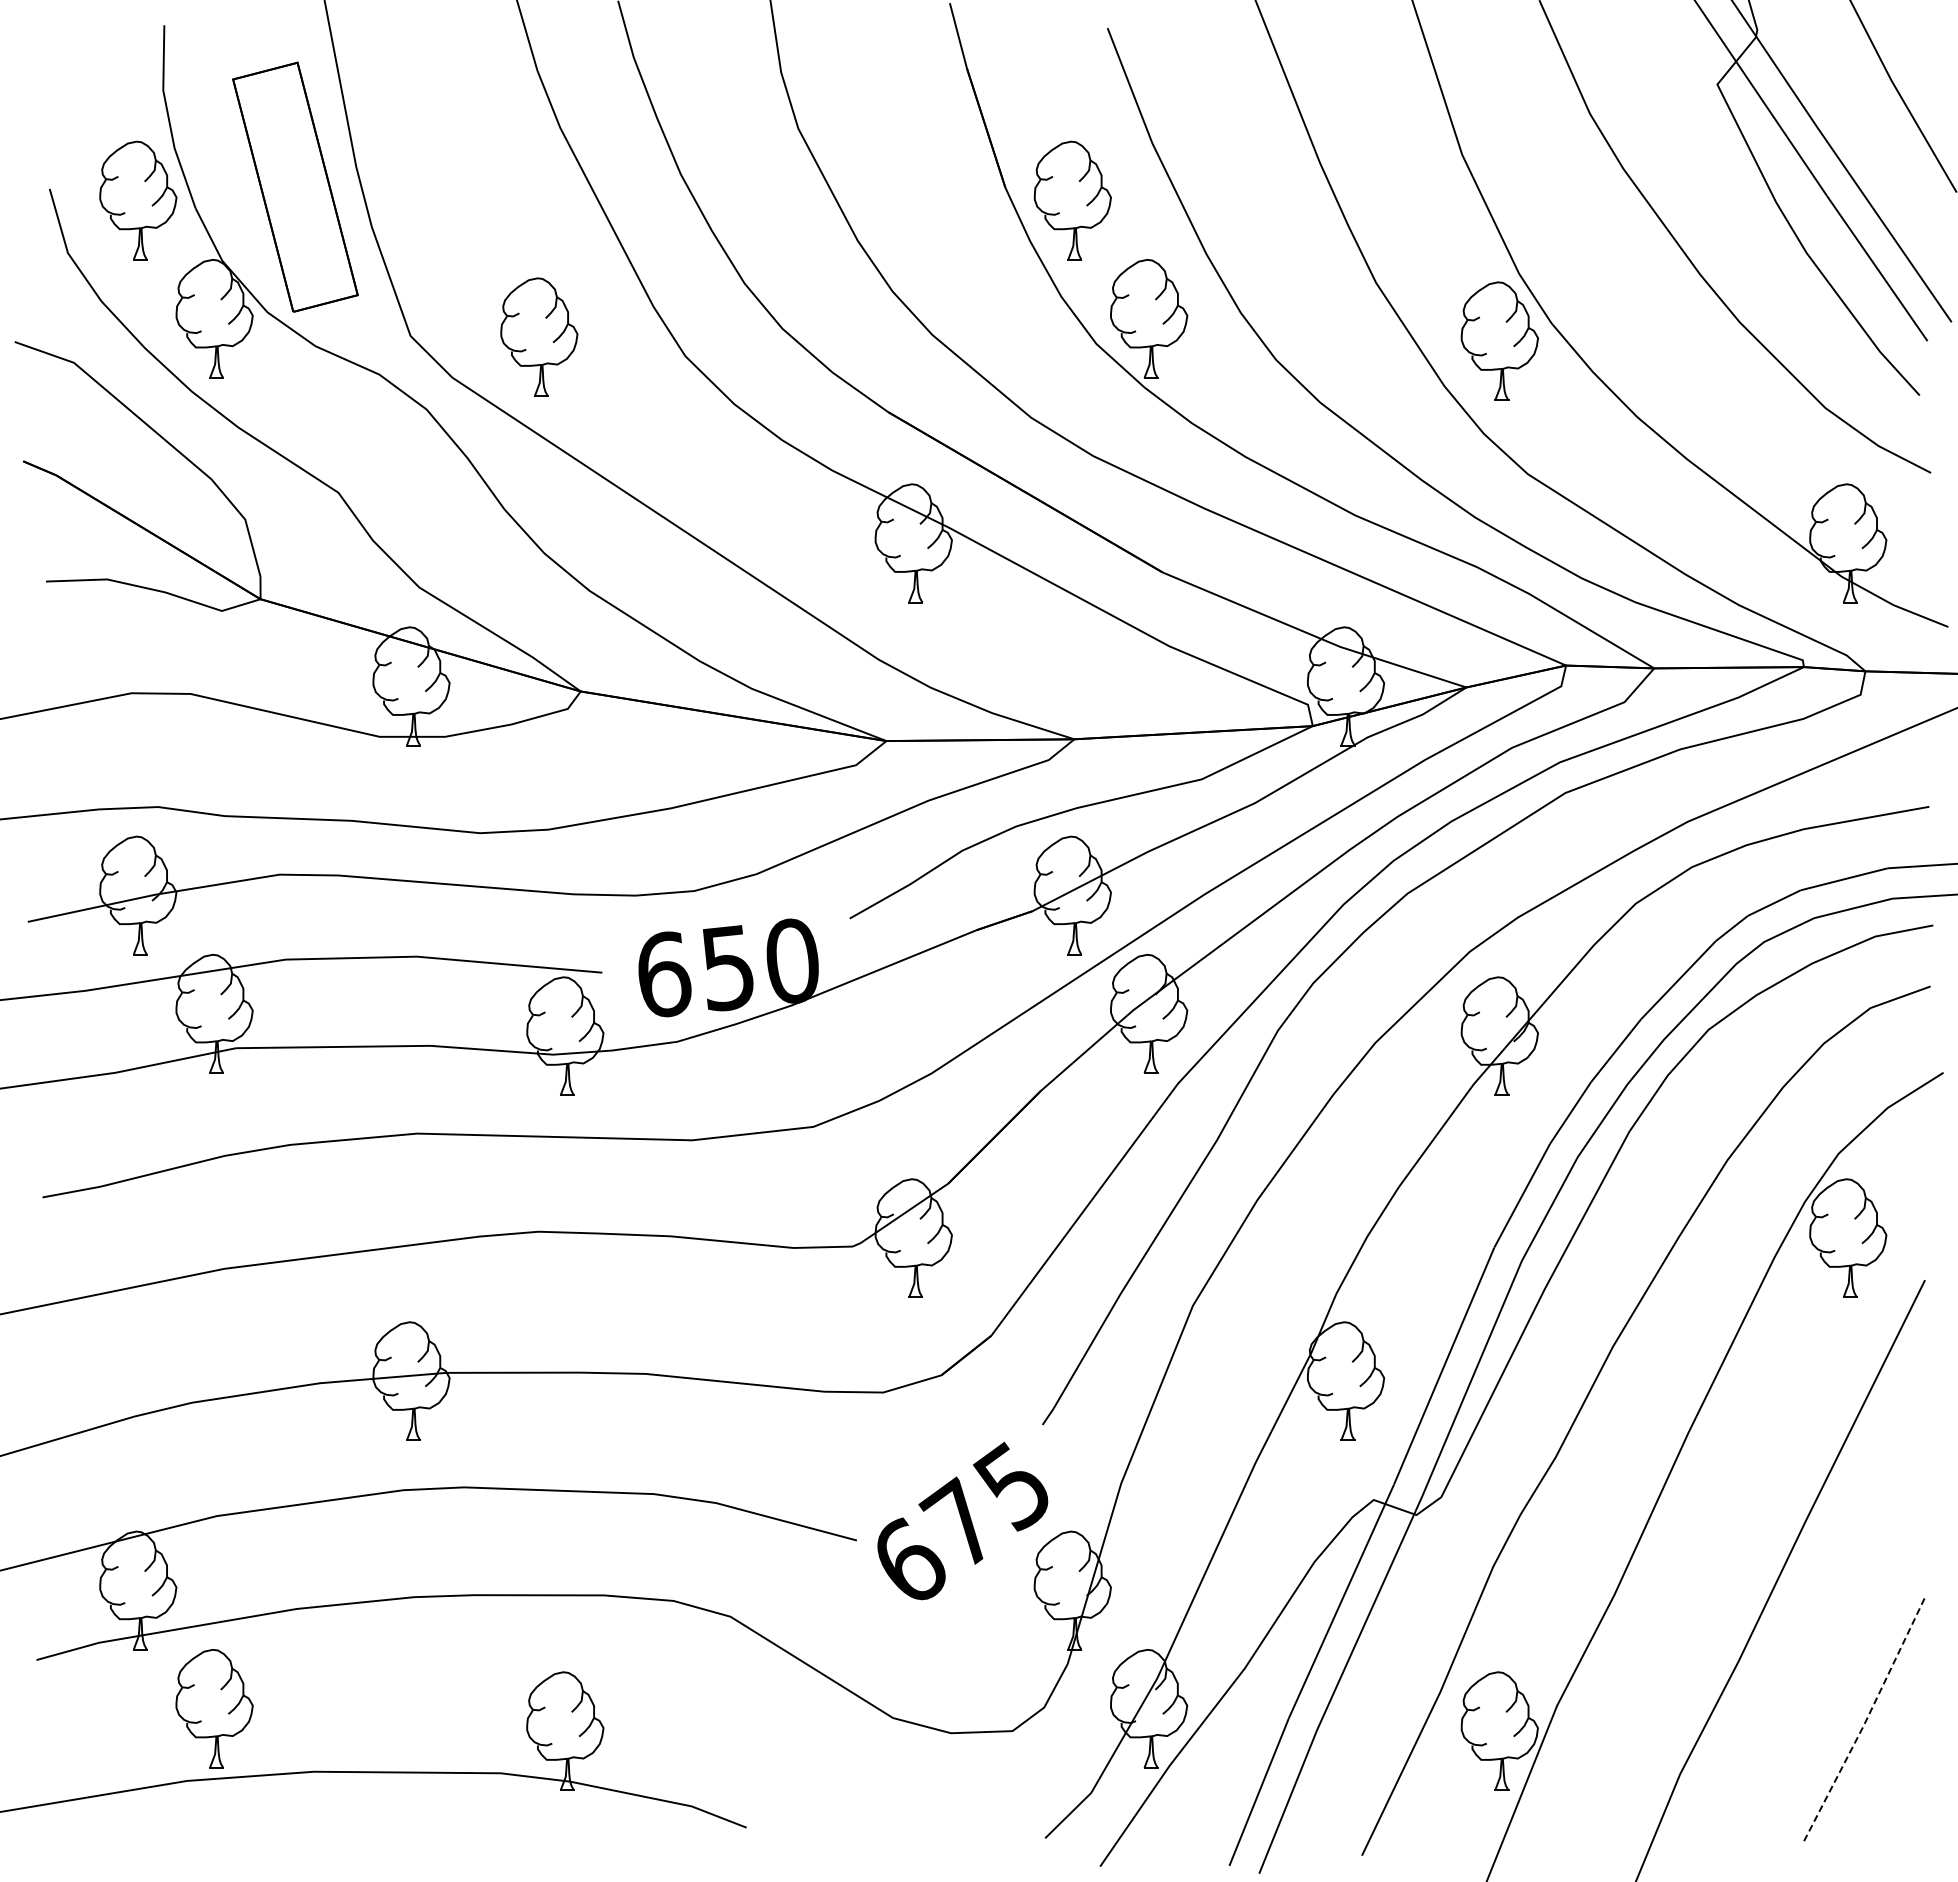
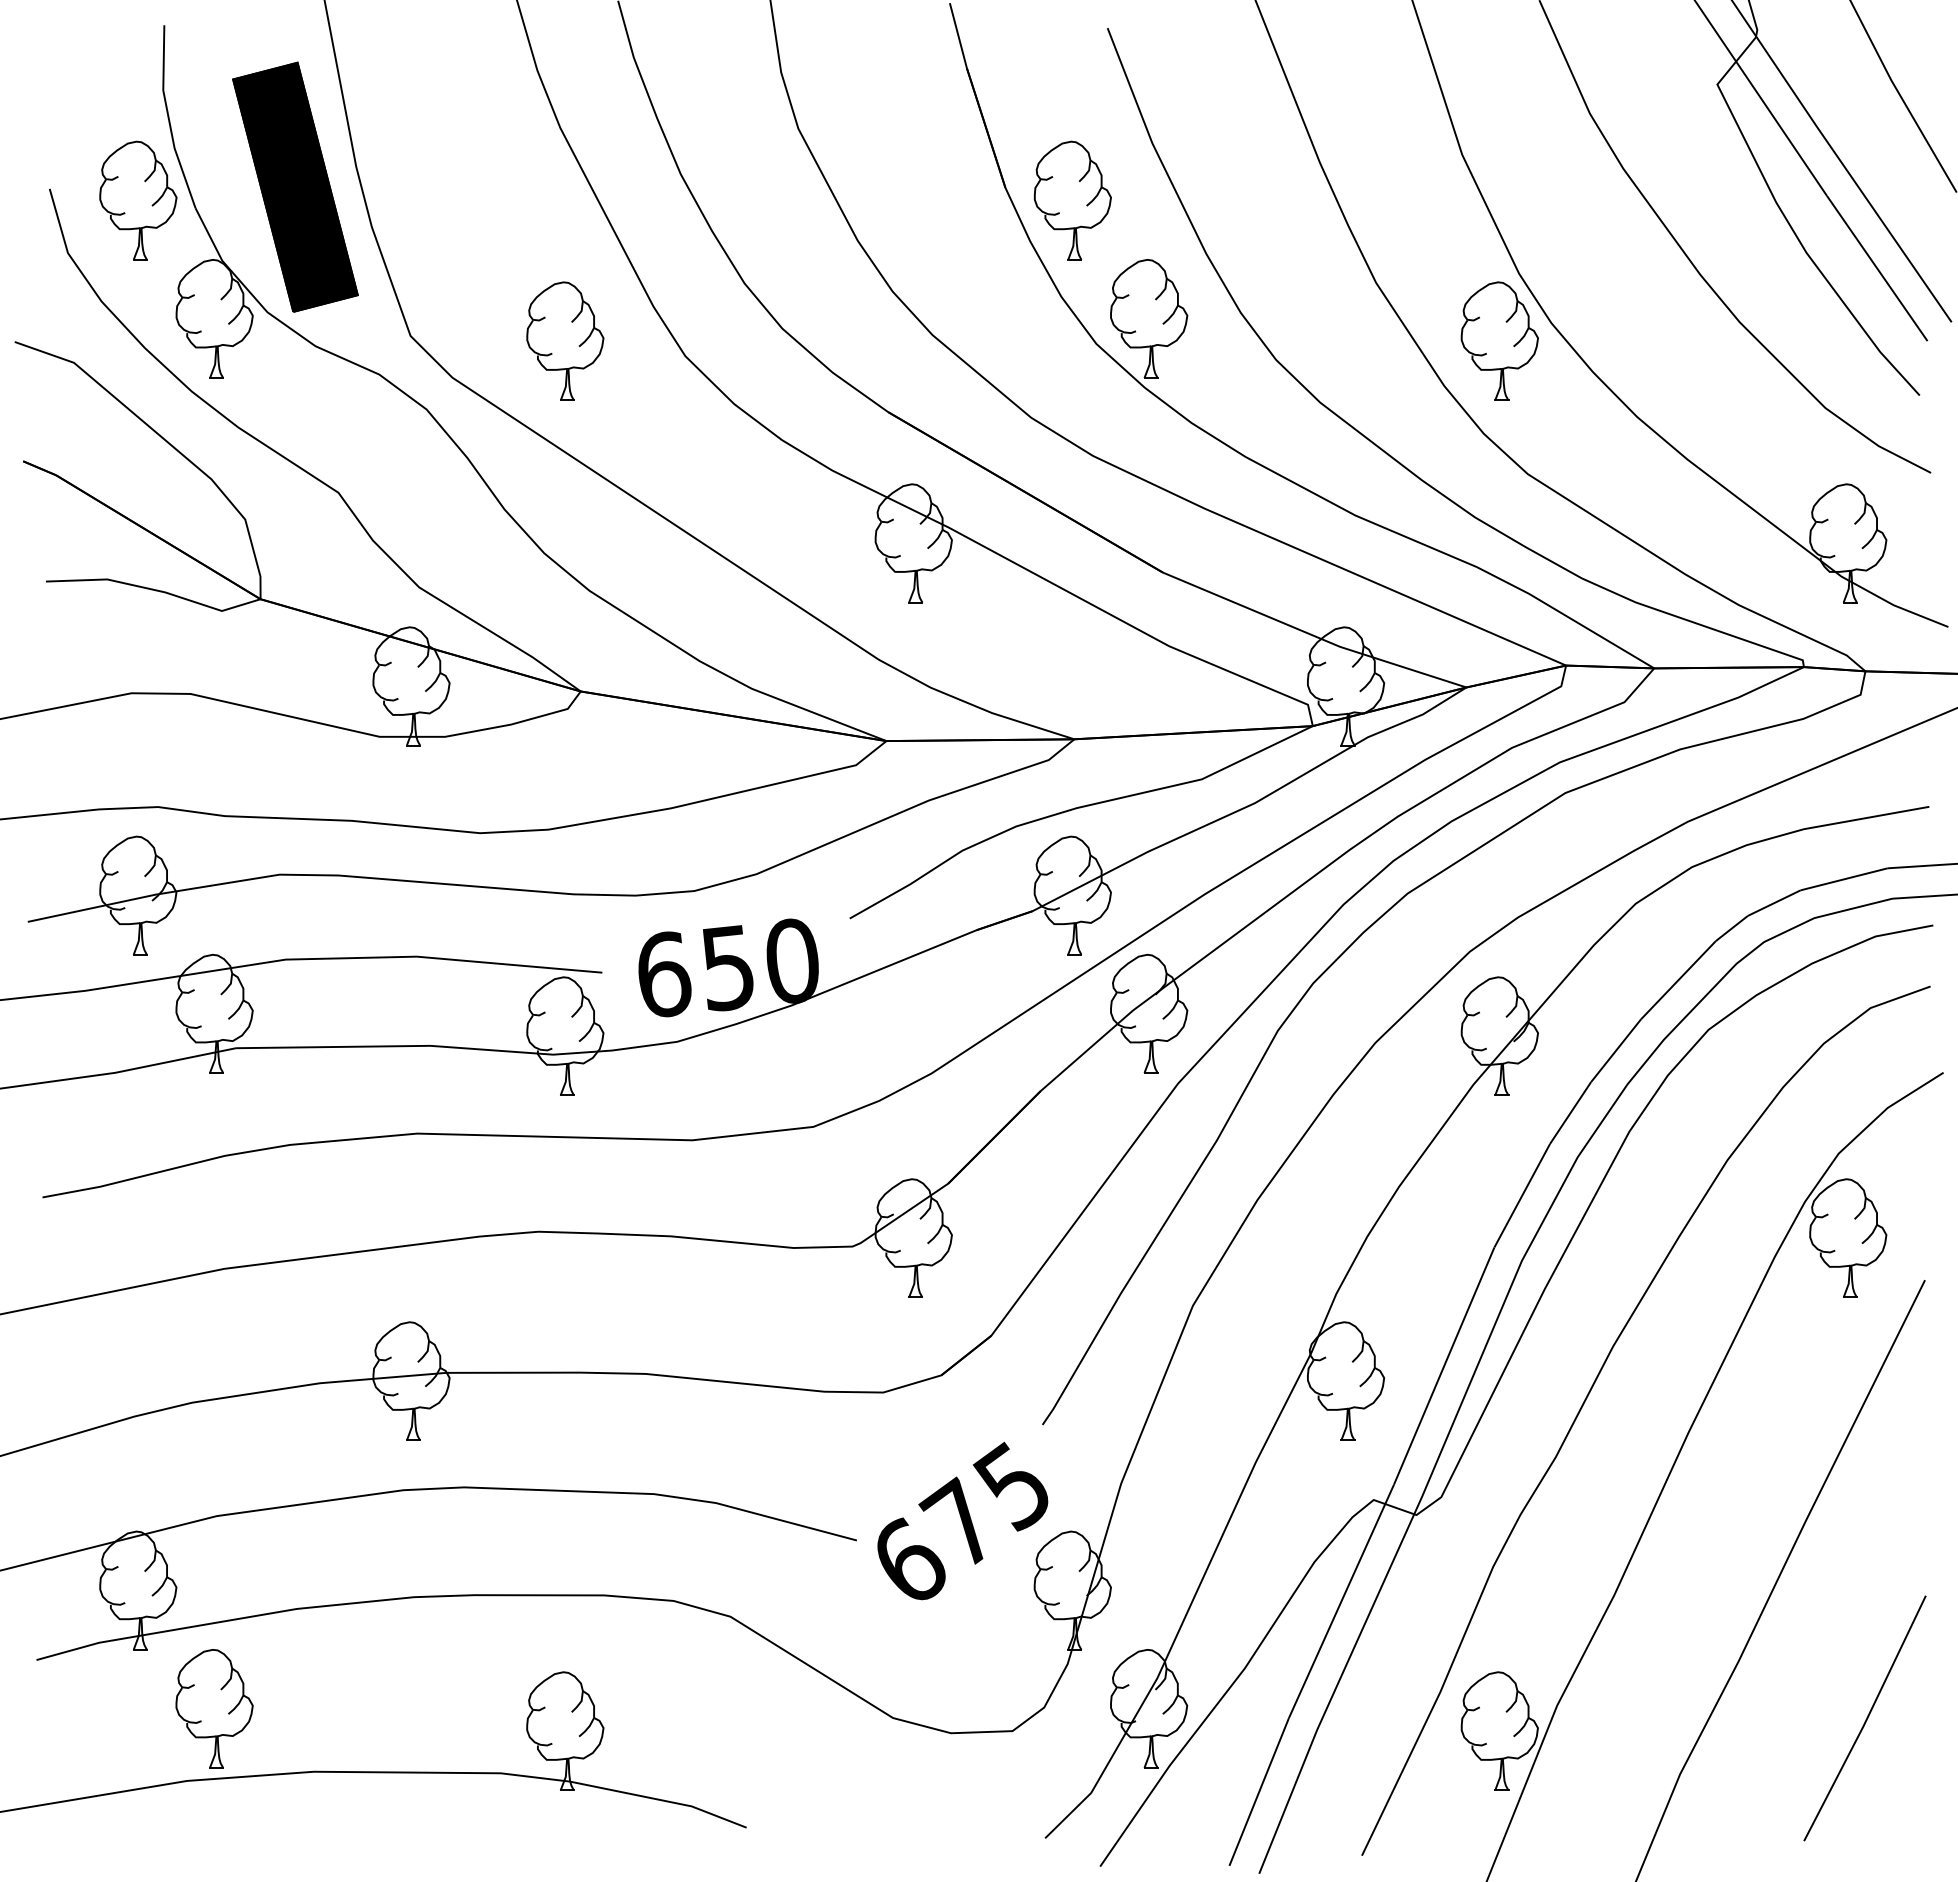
fill at (295, 186): none -> present
part at (539, 336) position: (539, 336) -> (565, 340)
line at (1866, 1719): dashed -> solid
